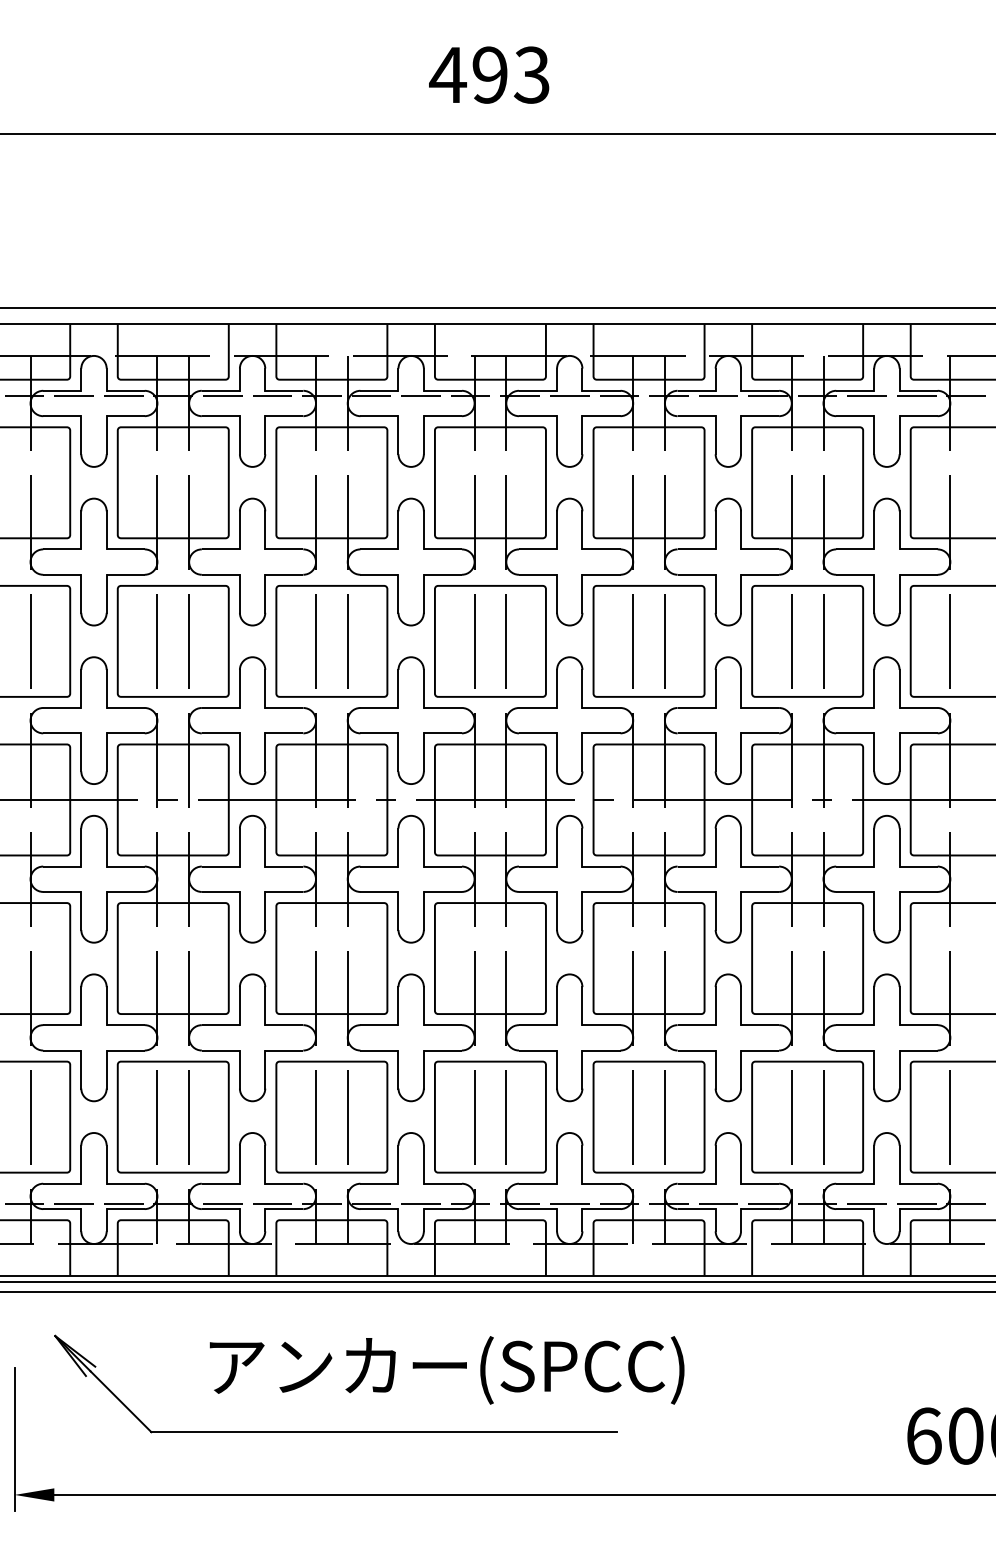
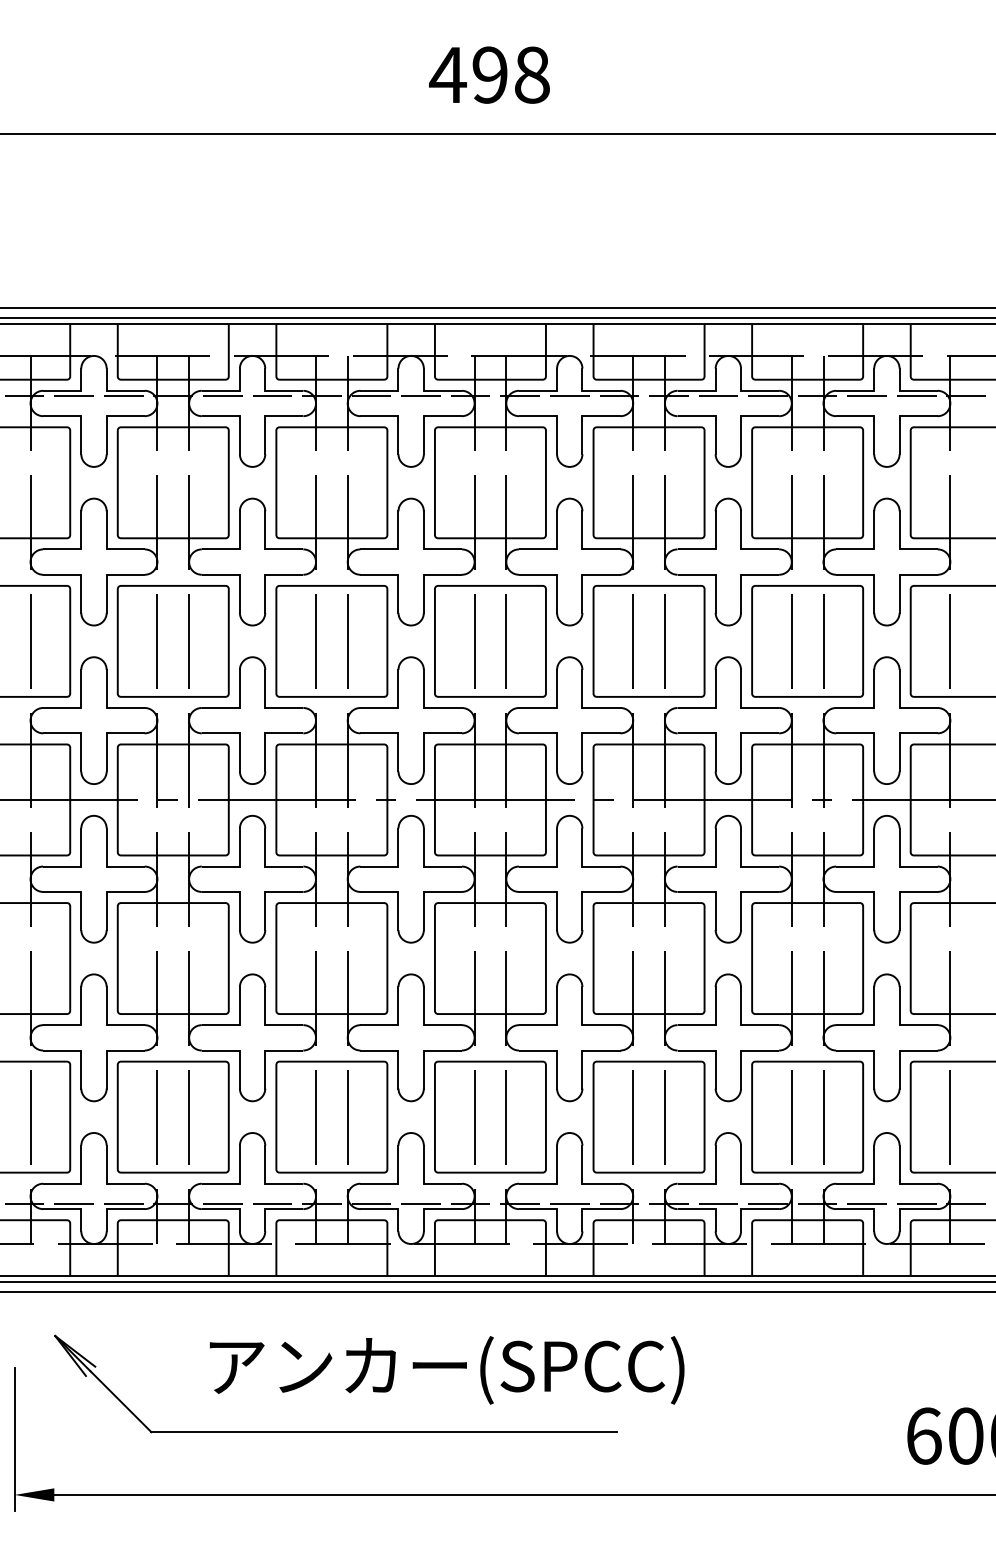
text at (531, 74): 493 -> 498
line at (497, 317): none -> present
